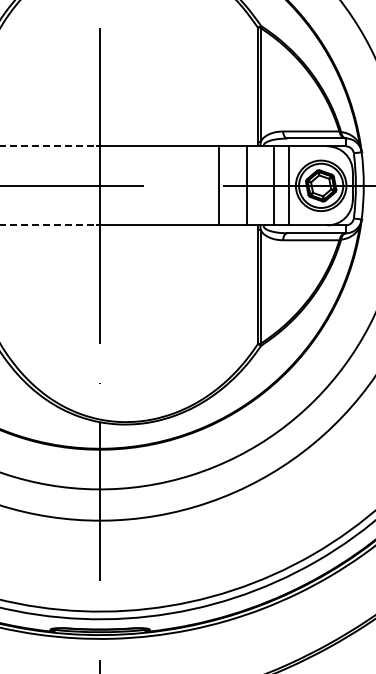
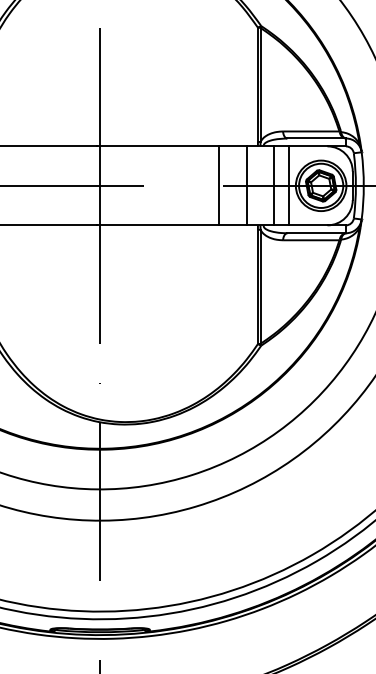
line at (48, 146): dashed -> solid
line at (48, 225): dashed -> solid
